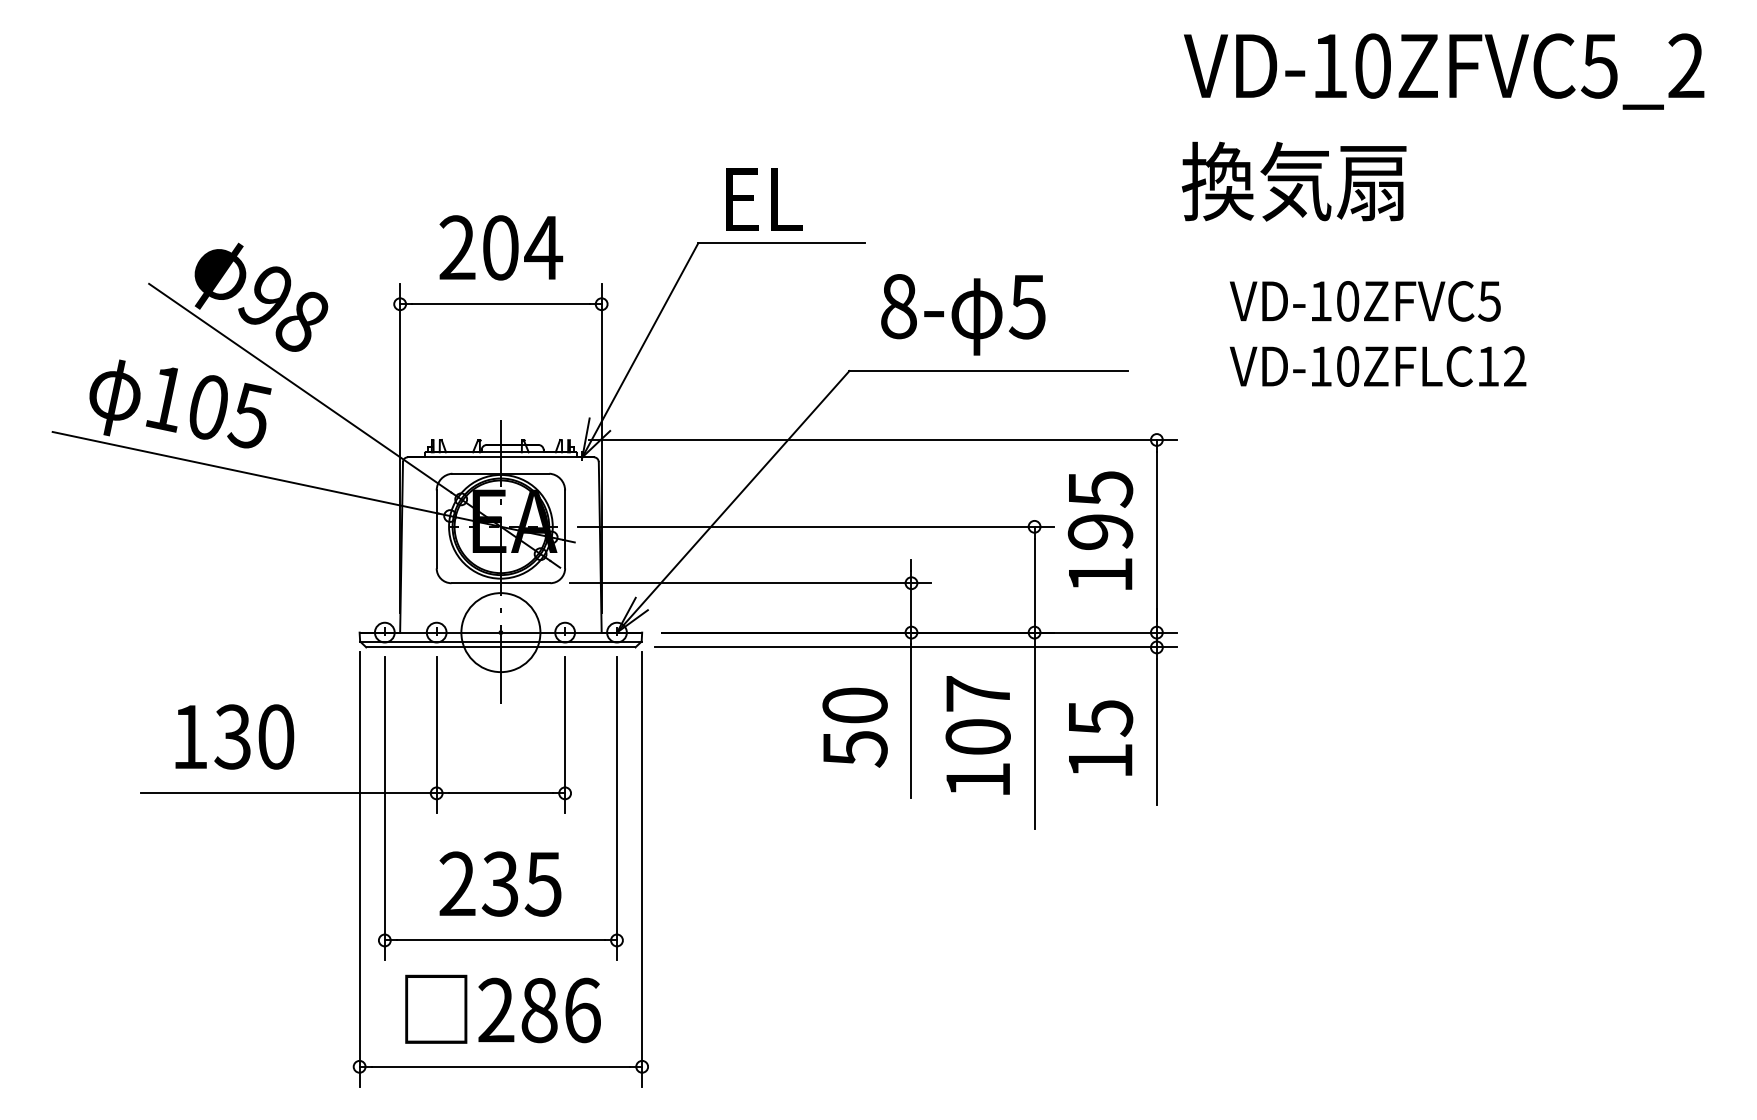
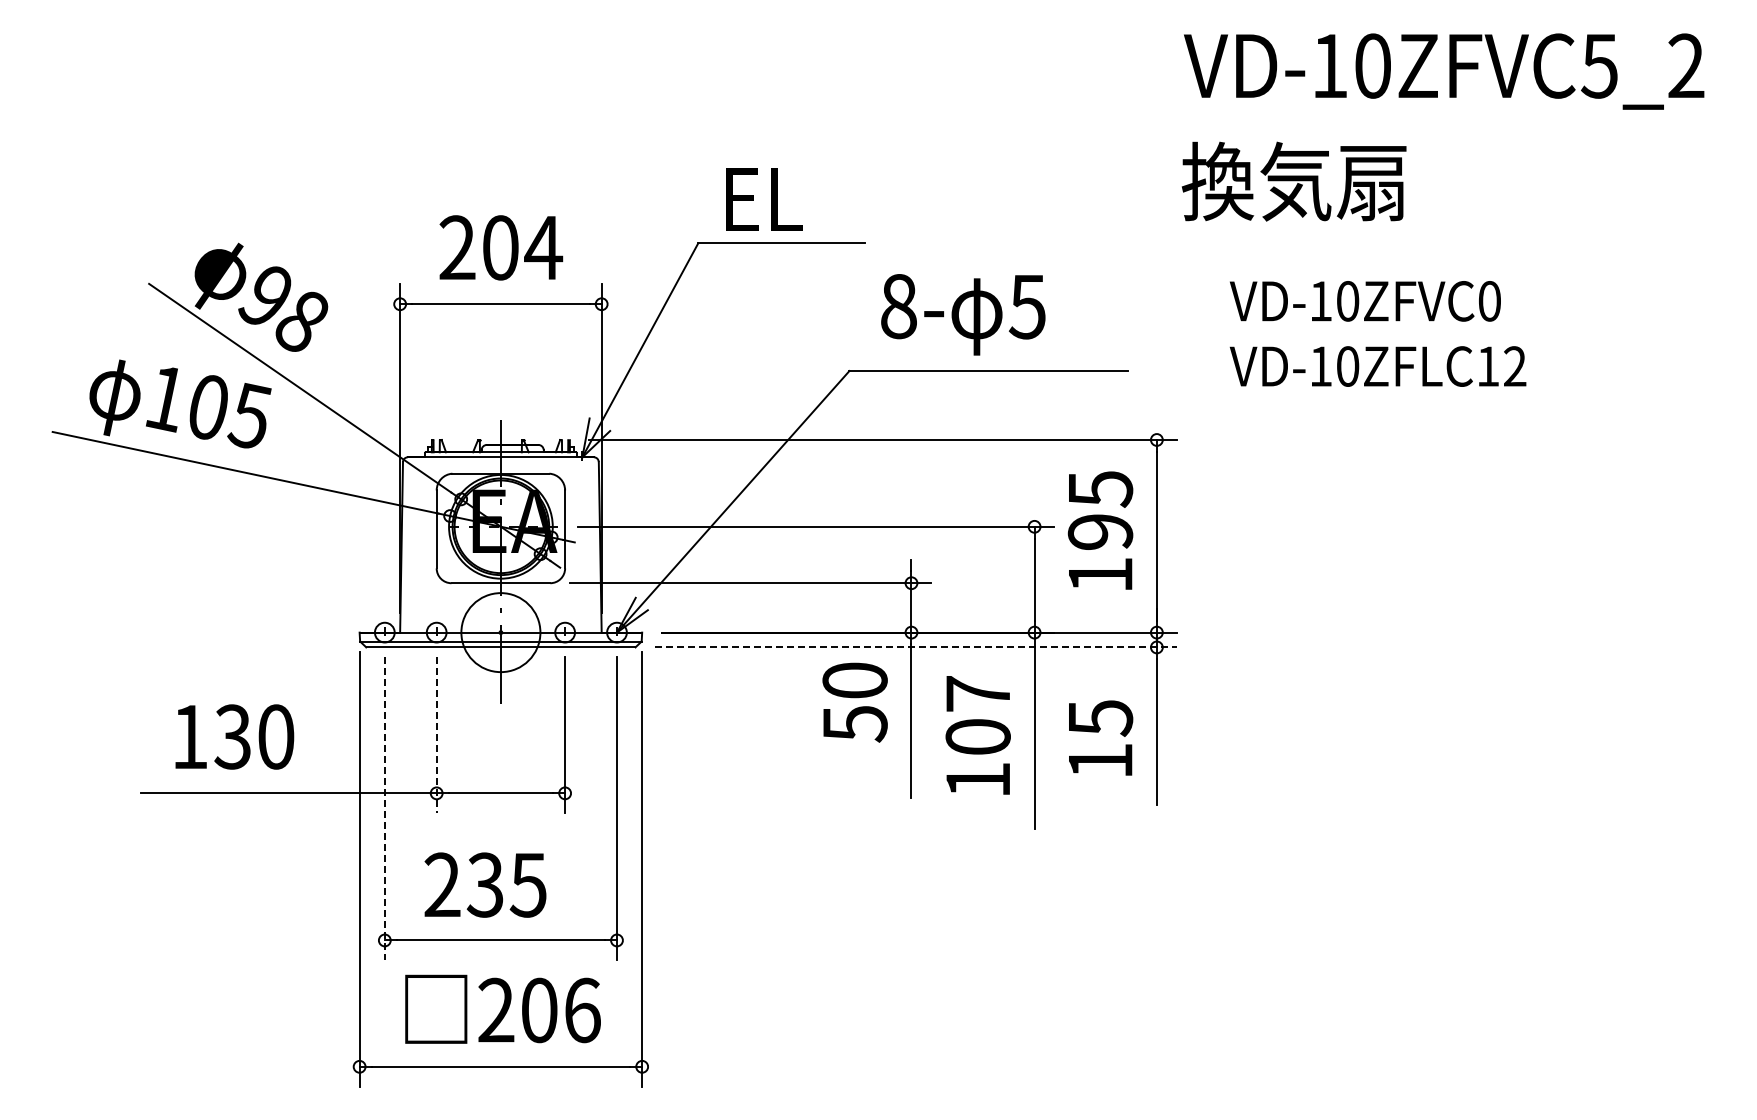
text at (1489, 301): VD-10ZFVC5 -> VD-10ZFVC0
line at (915, 647): solid -> dashed
text at (854, 727) position: (854, 727) -> (854, 702)
line at (436, 735): solid -> dashed
line at (384, 809): solid -> dashed
text at (500, 883) position: (500, 883) -> (485, 884)
text at (539, 1009): 286 -> 206
